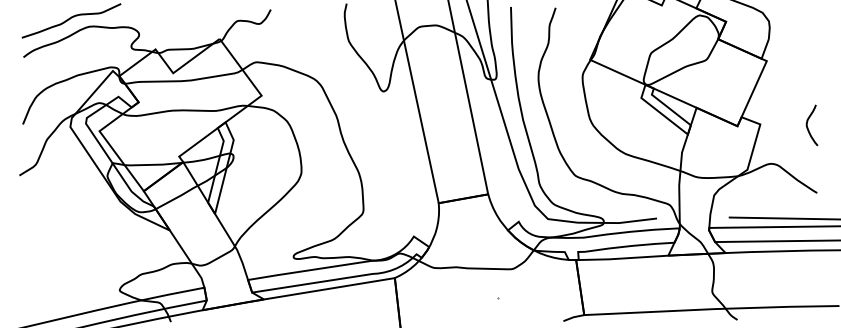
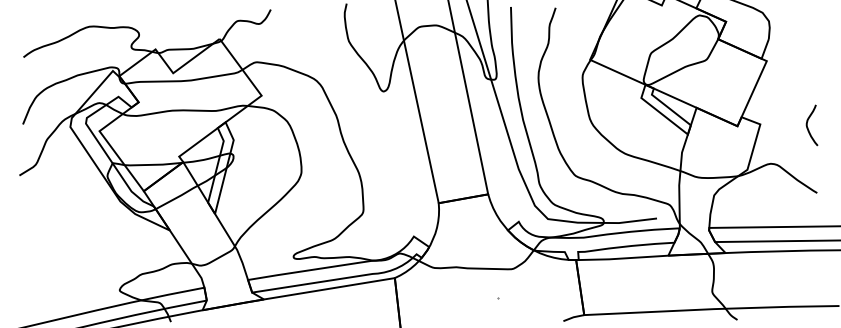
curve at (70, 19): present -> none
line at (783, 218): present -> none
